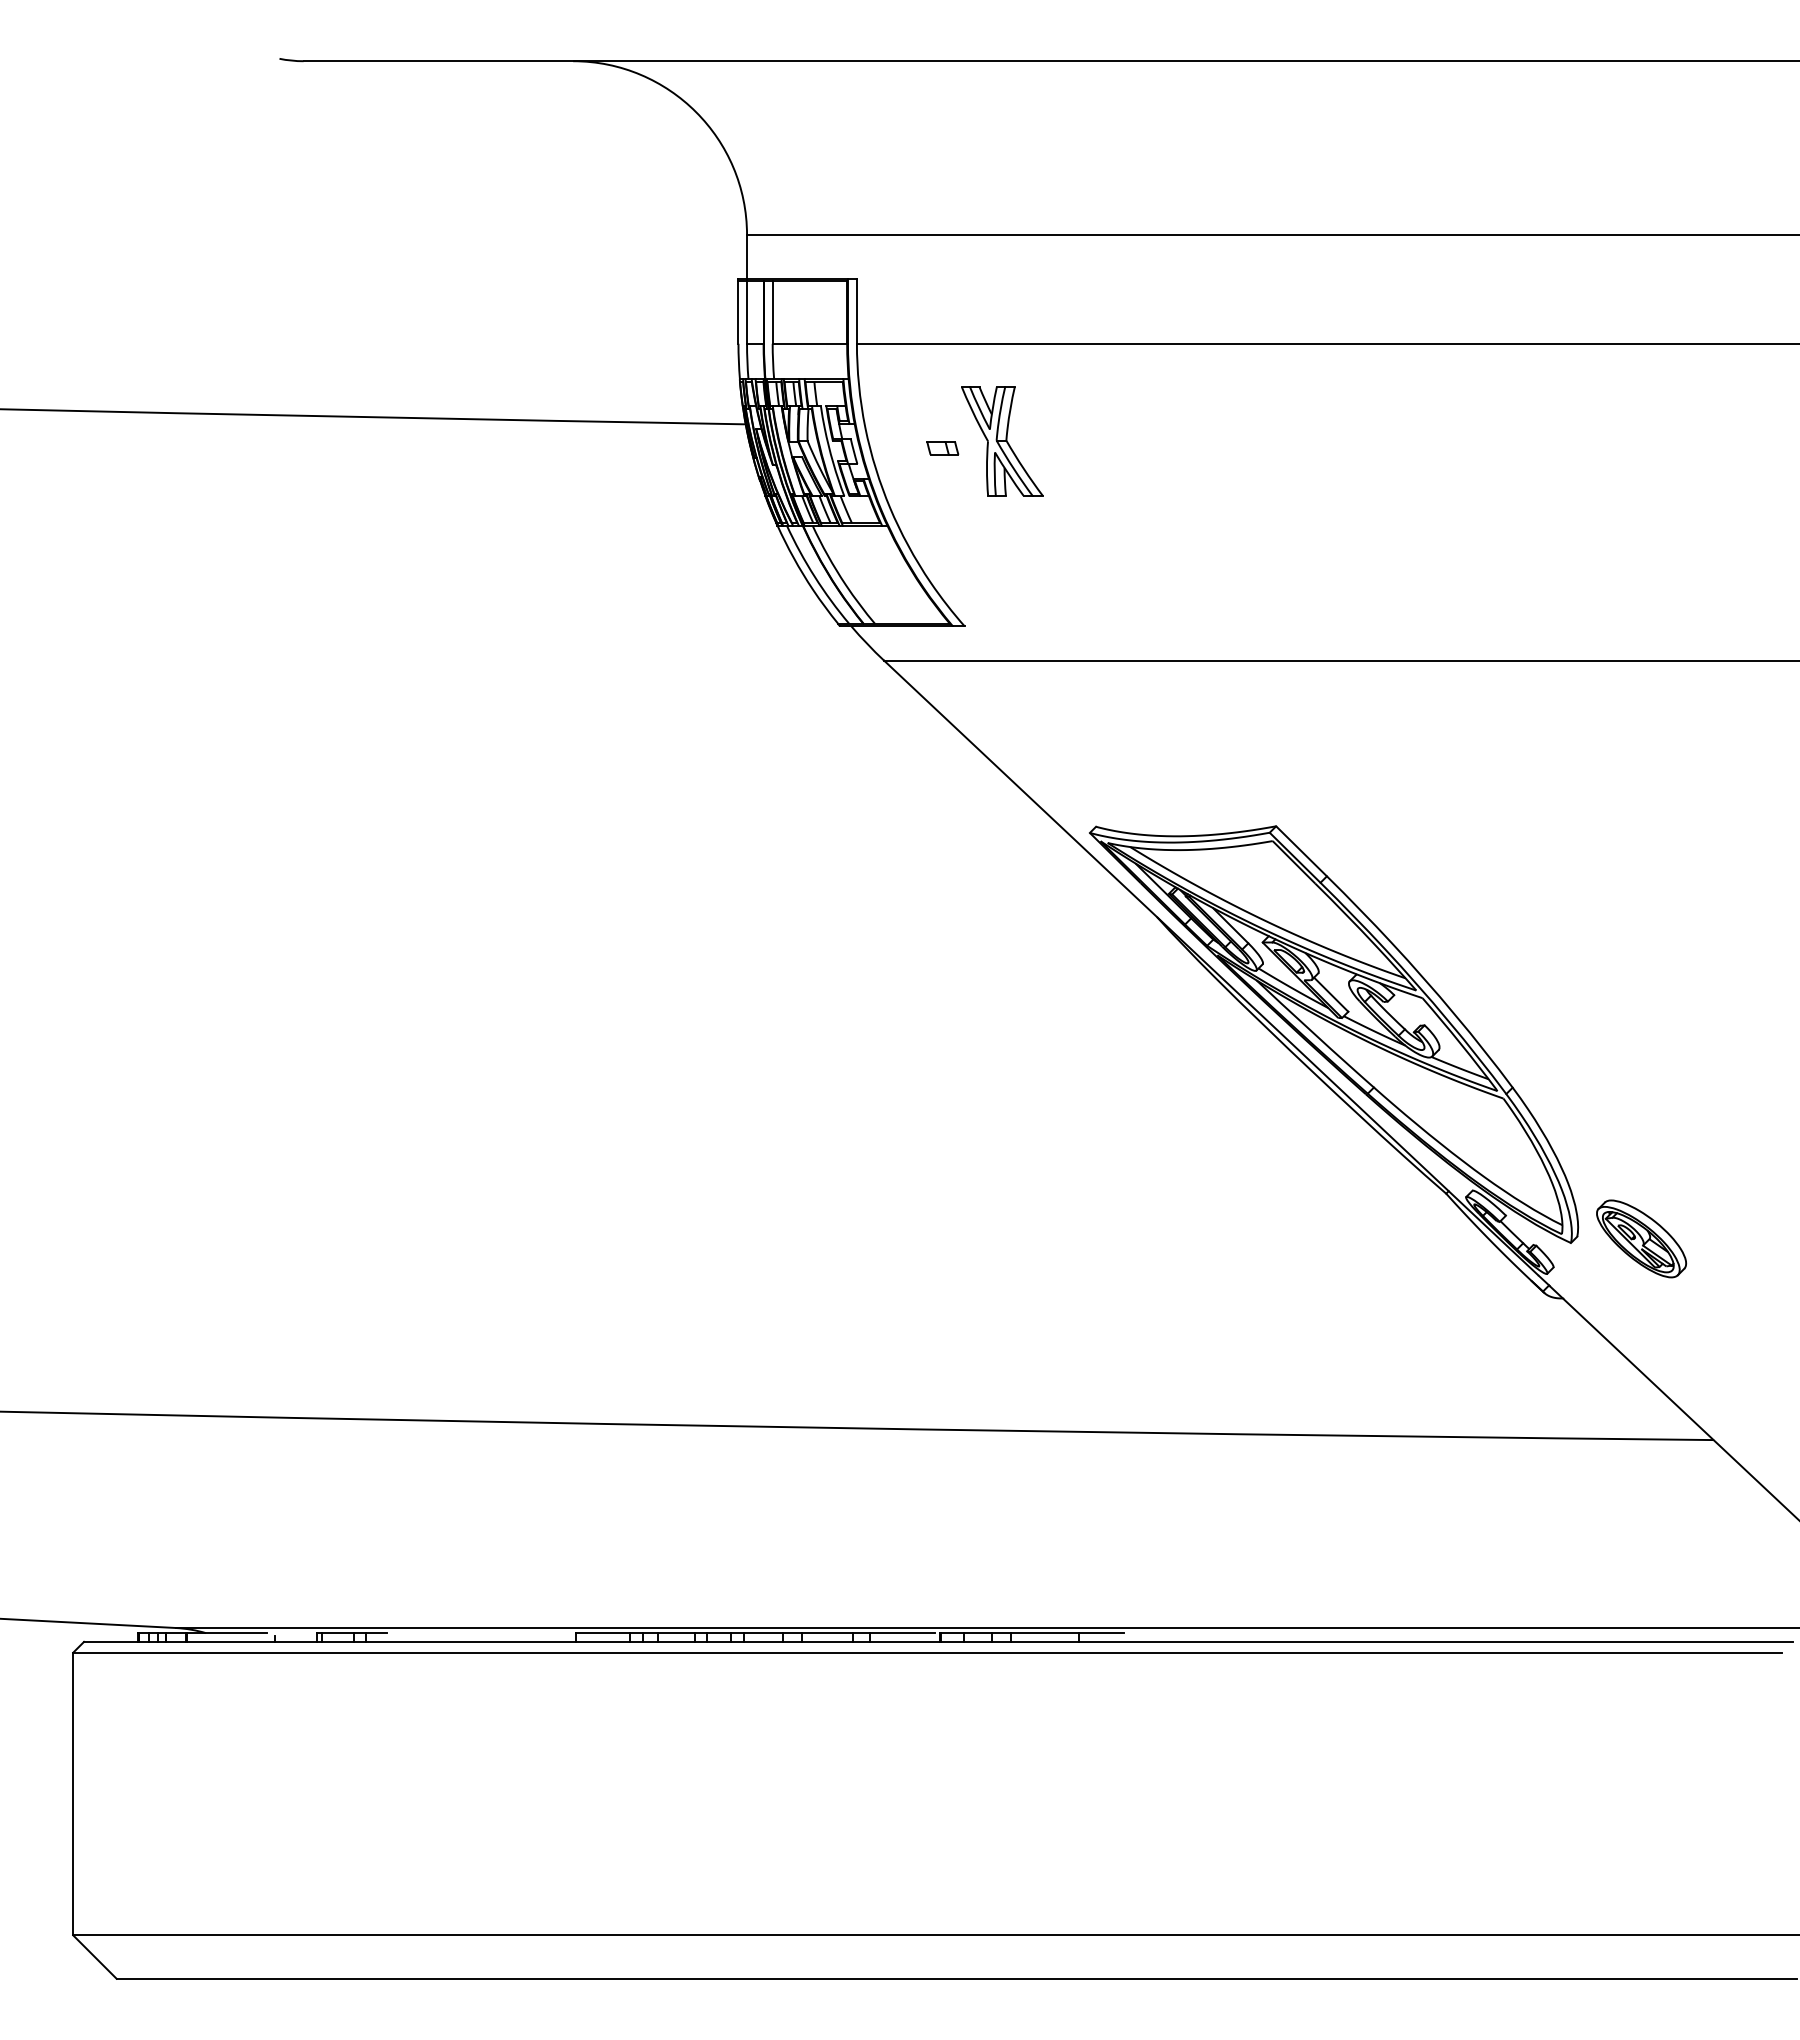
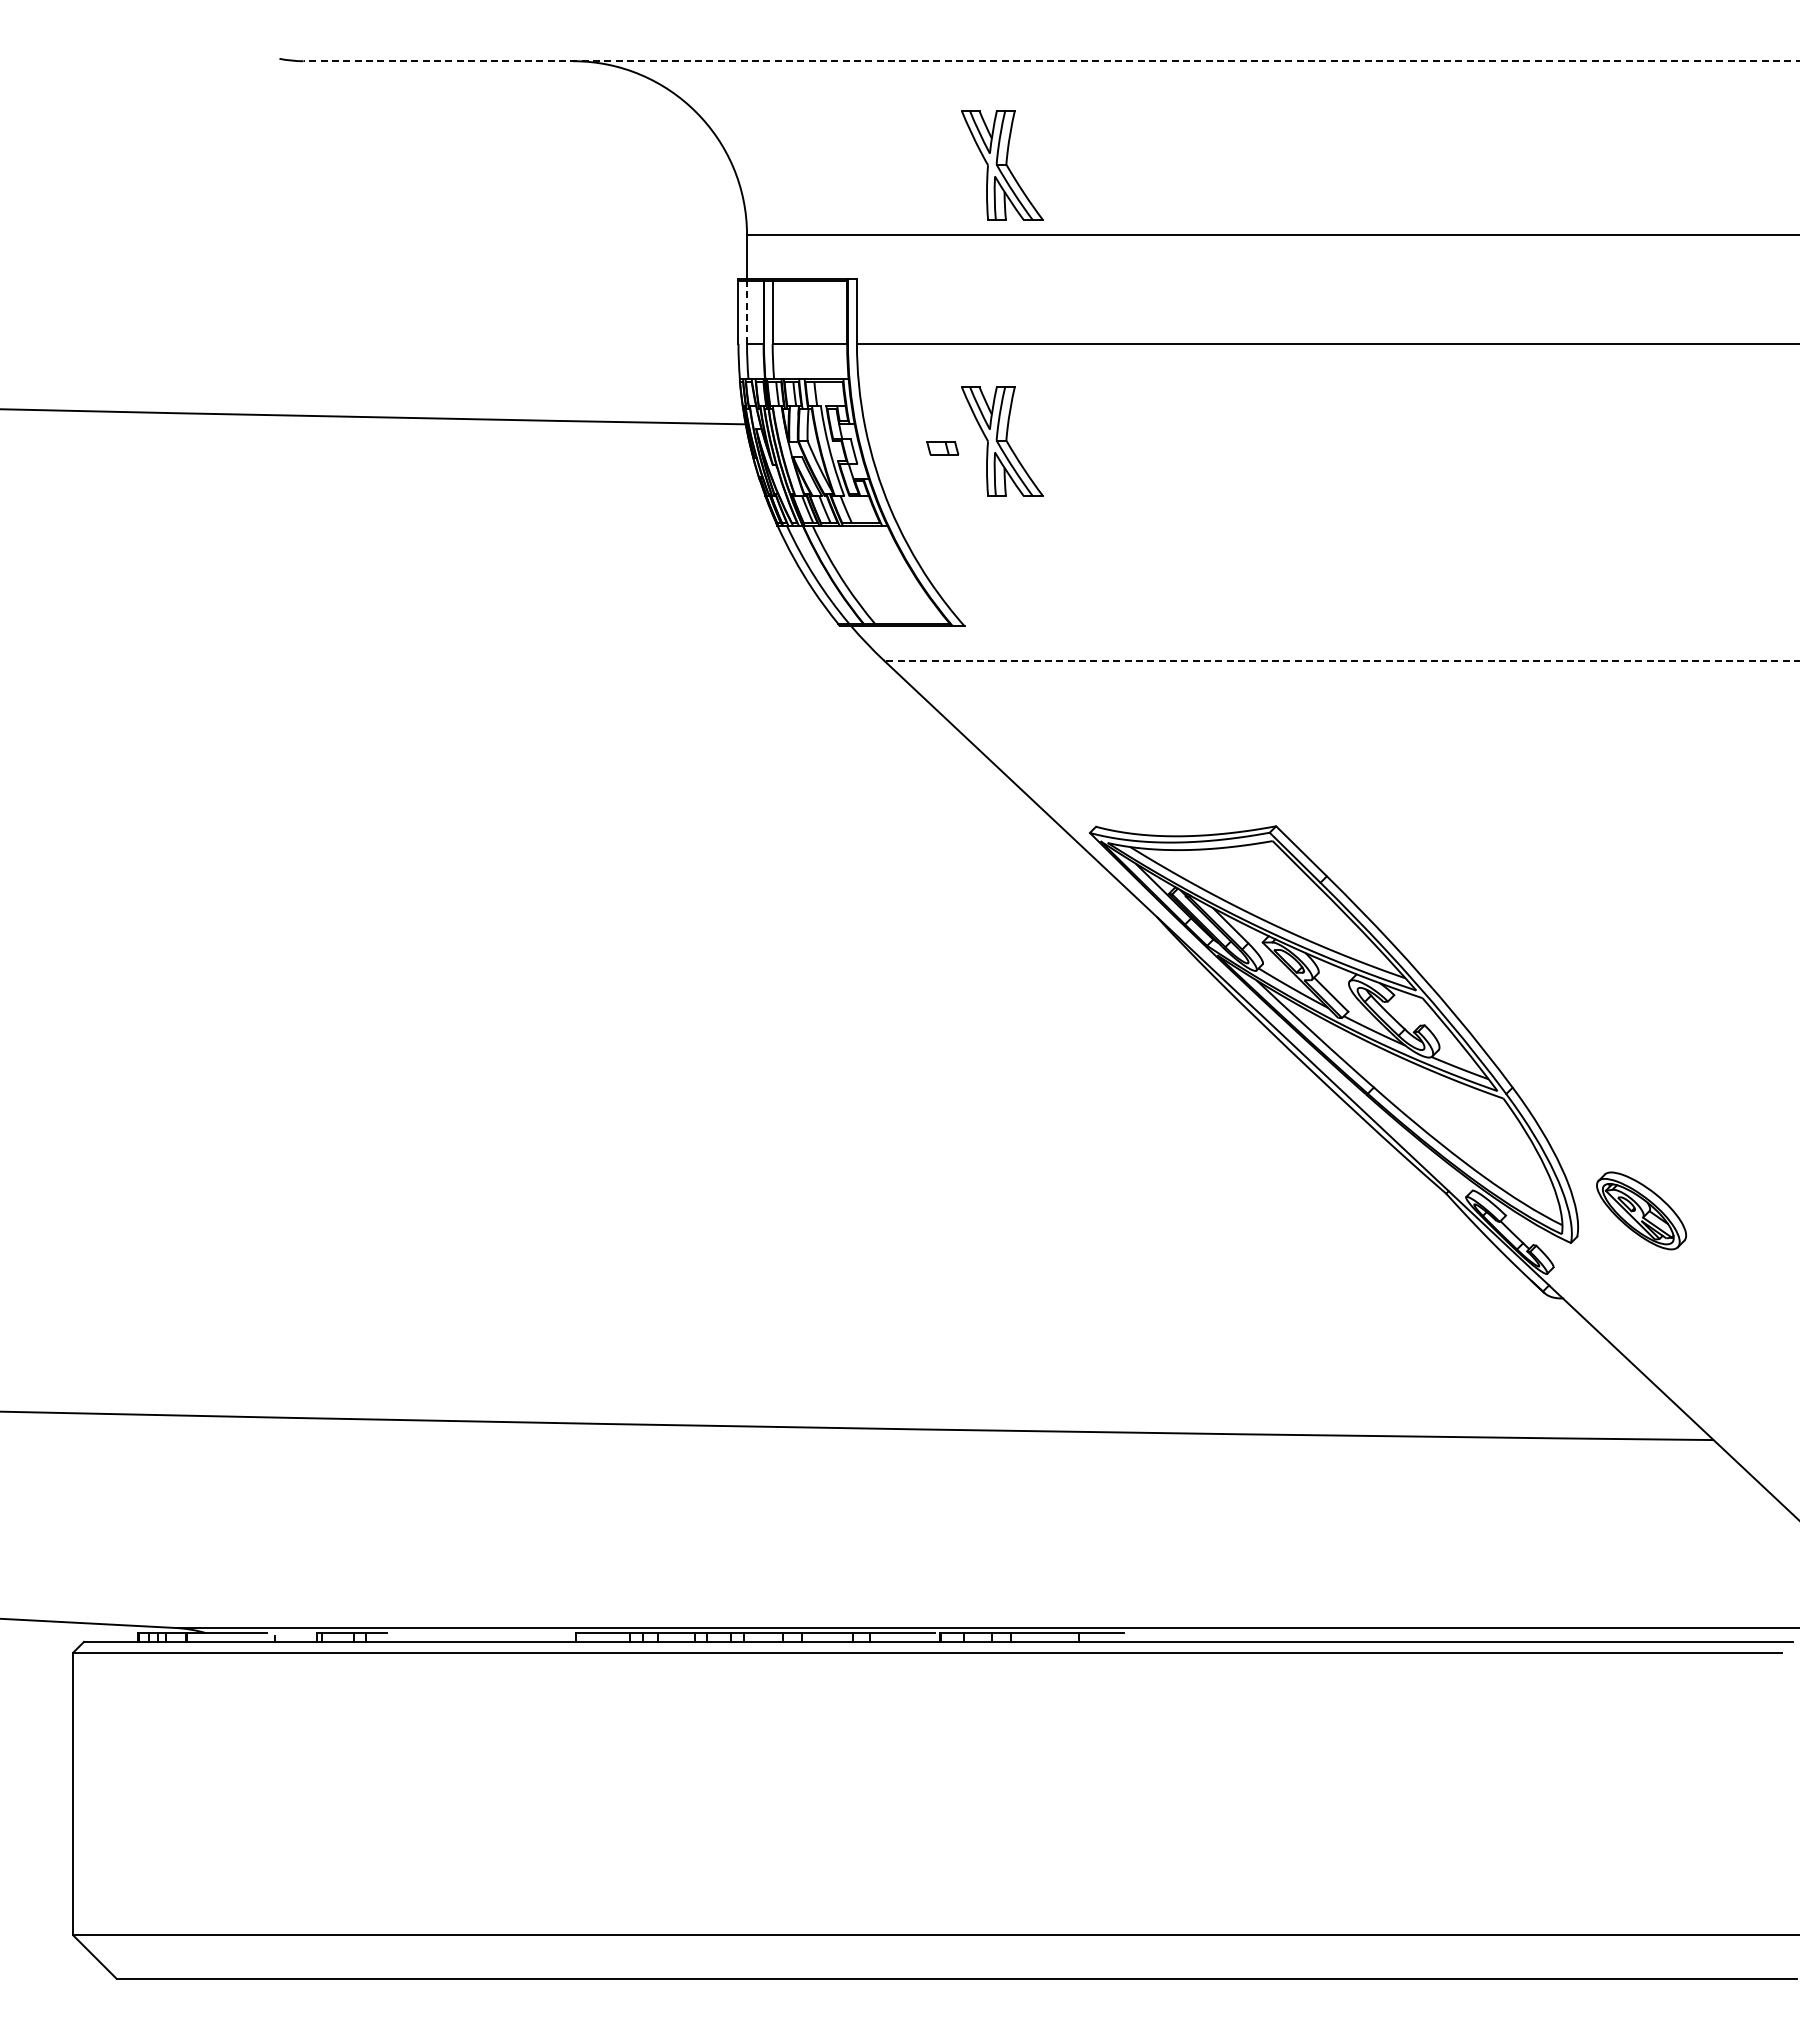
line at (1051, 61): solid -> dashed
part at (1002, 165): none -> present
line at (747, 311): solid -> dashed
line at (1341, 660): solid -> dashed
part at (1641, 1238) position: (1641, 1238) -> (1641, 1210)
